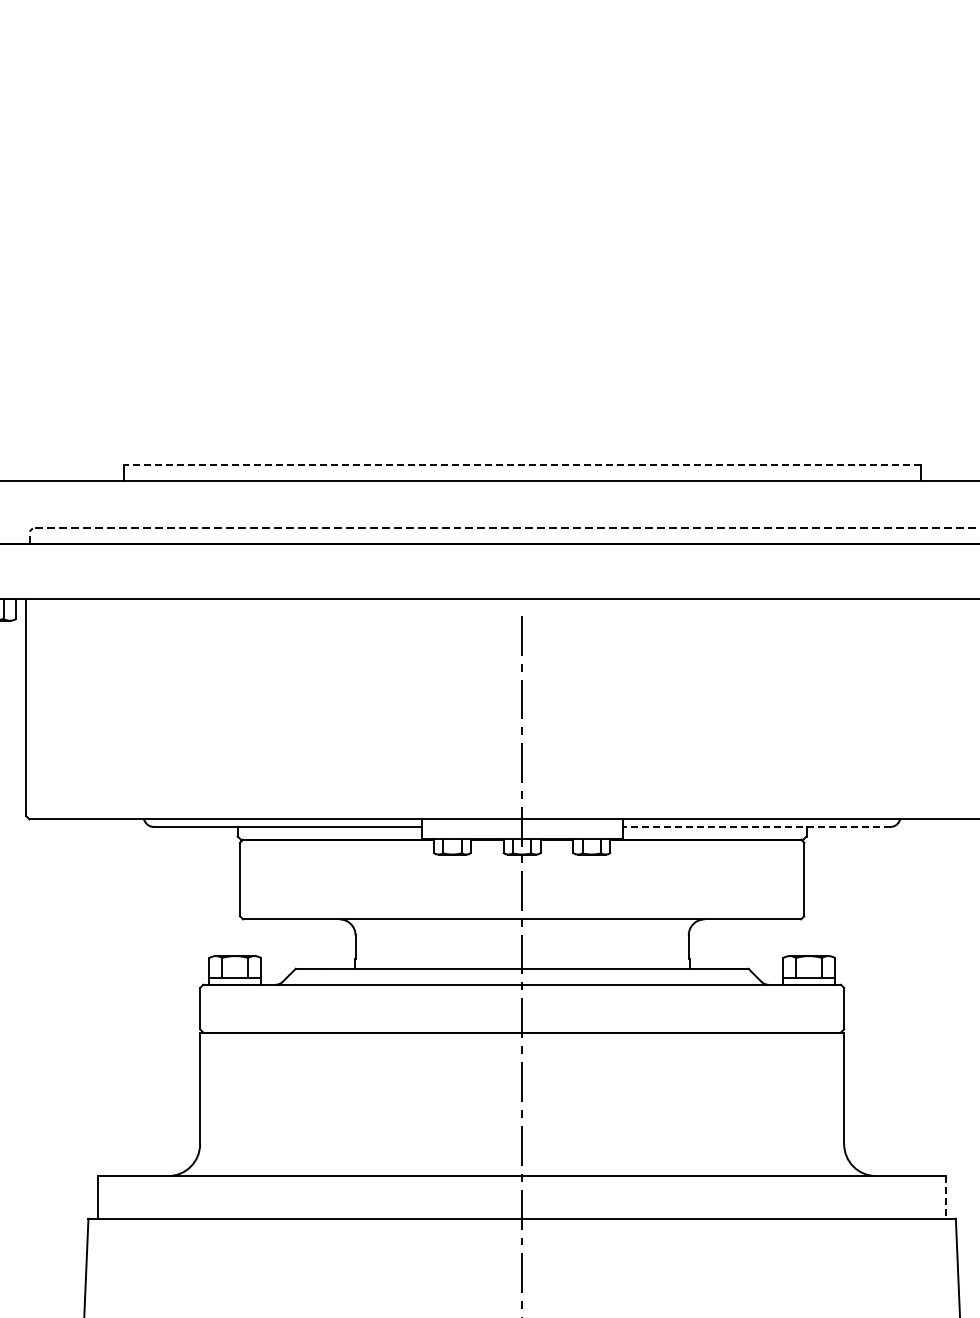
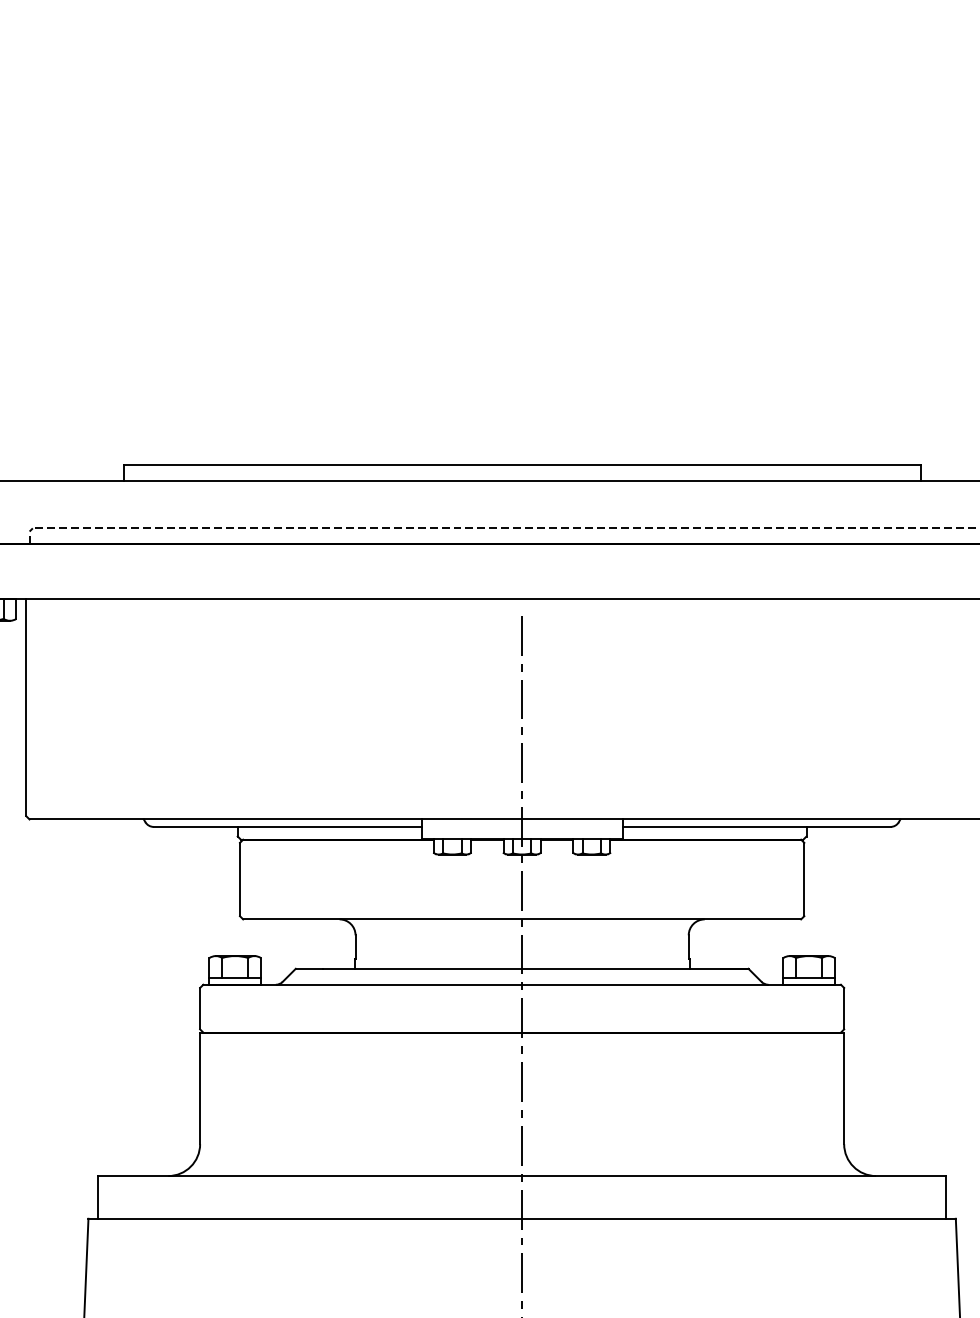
line at (522, 464): dashed -> solid
line at (756, 826): dashed -> solid
line at (946, 1197): dashed -> solid
